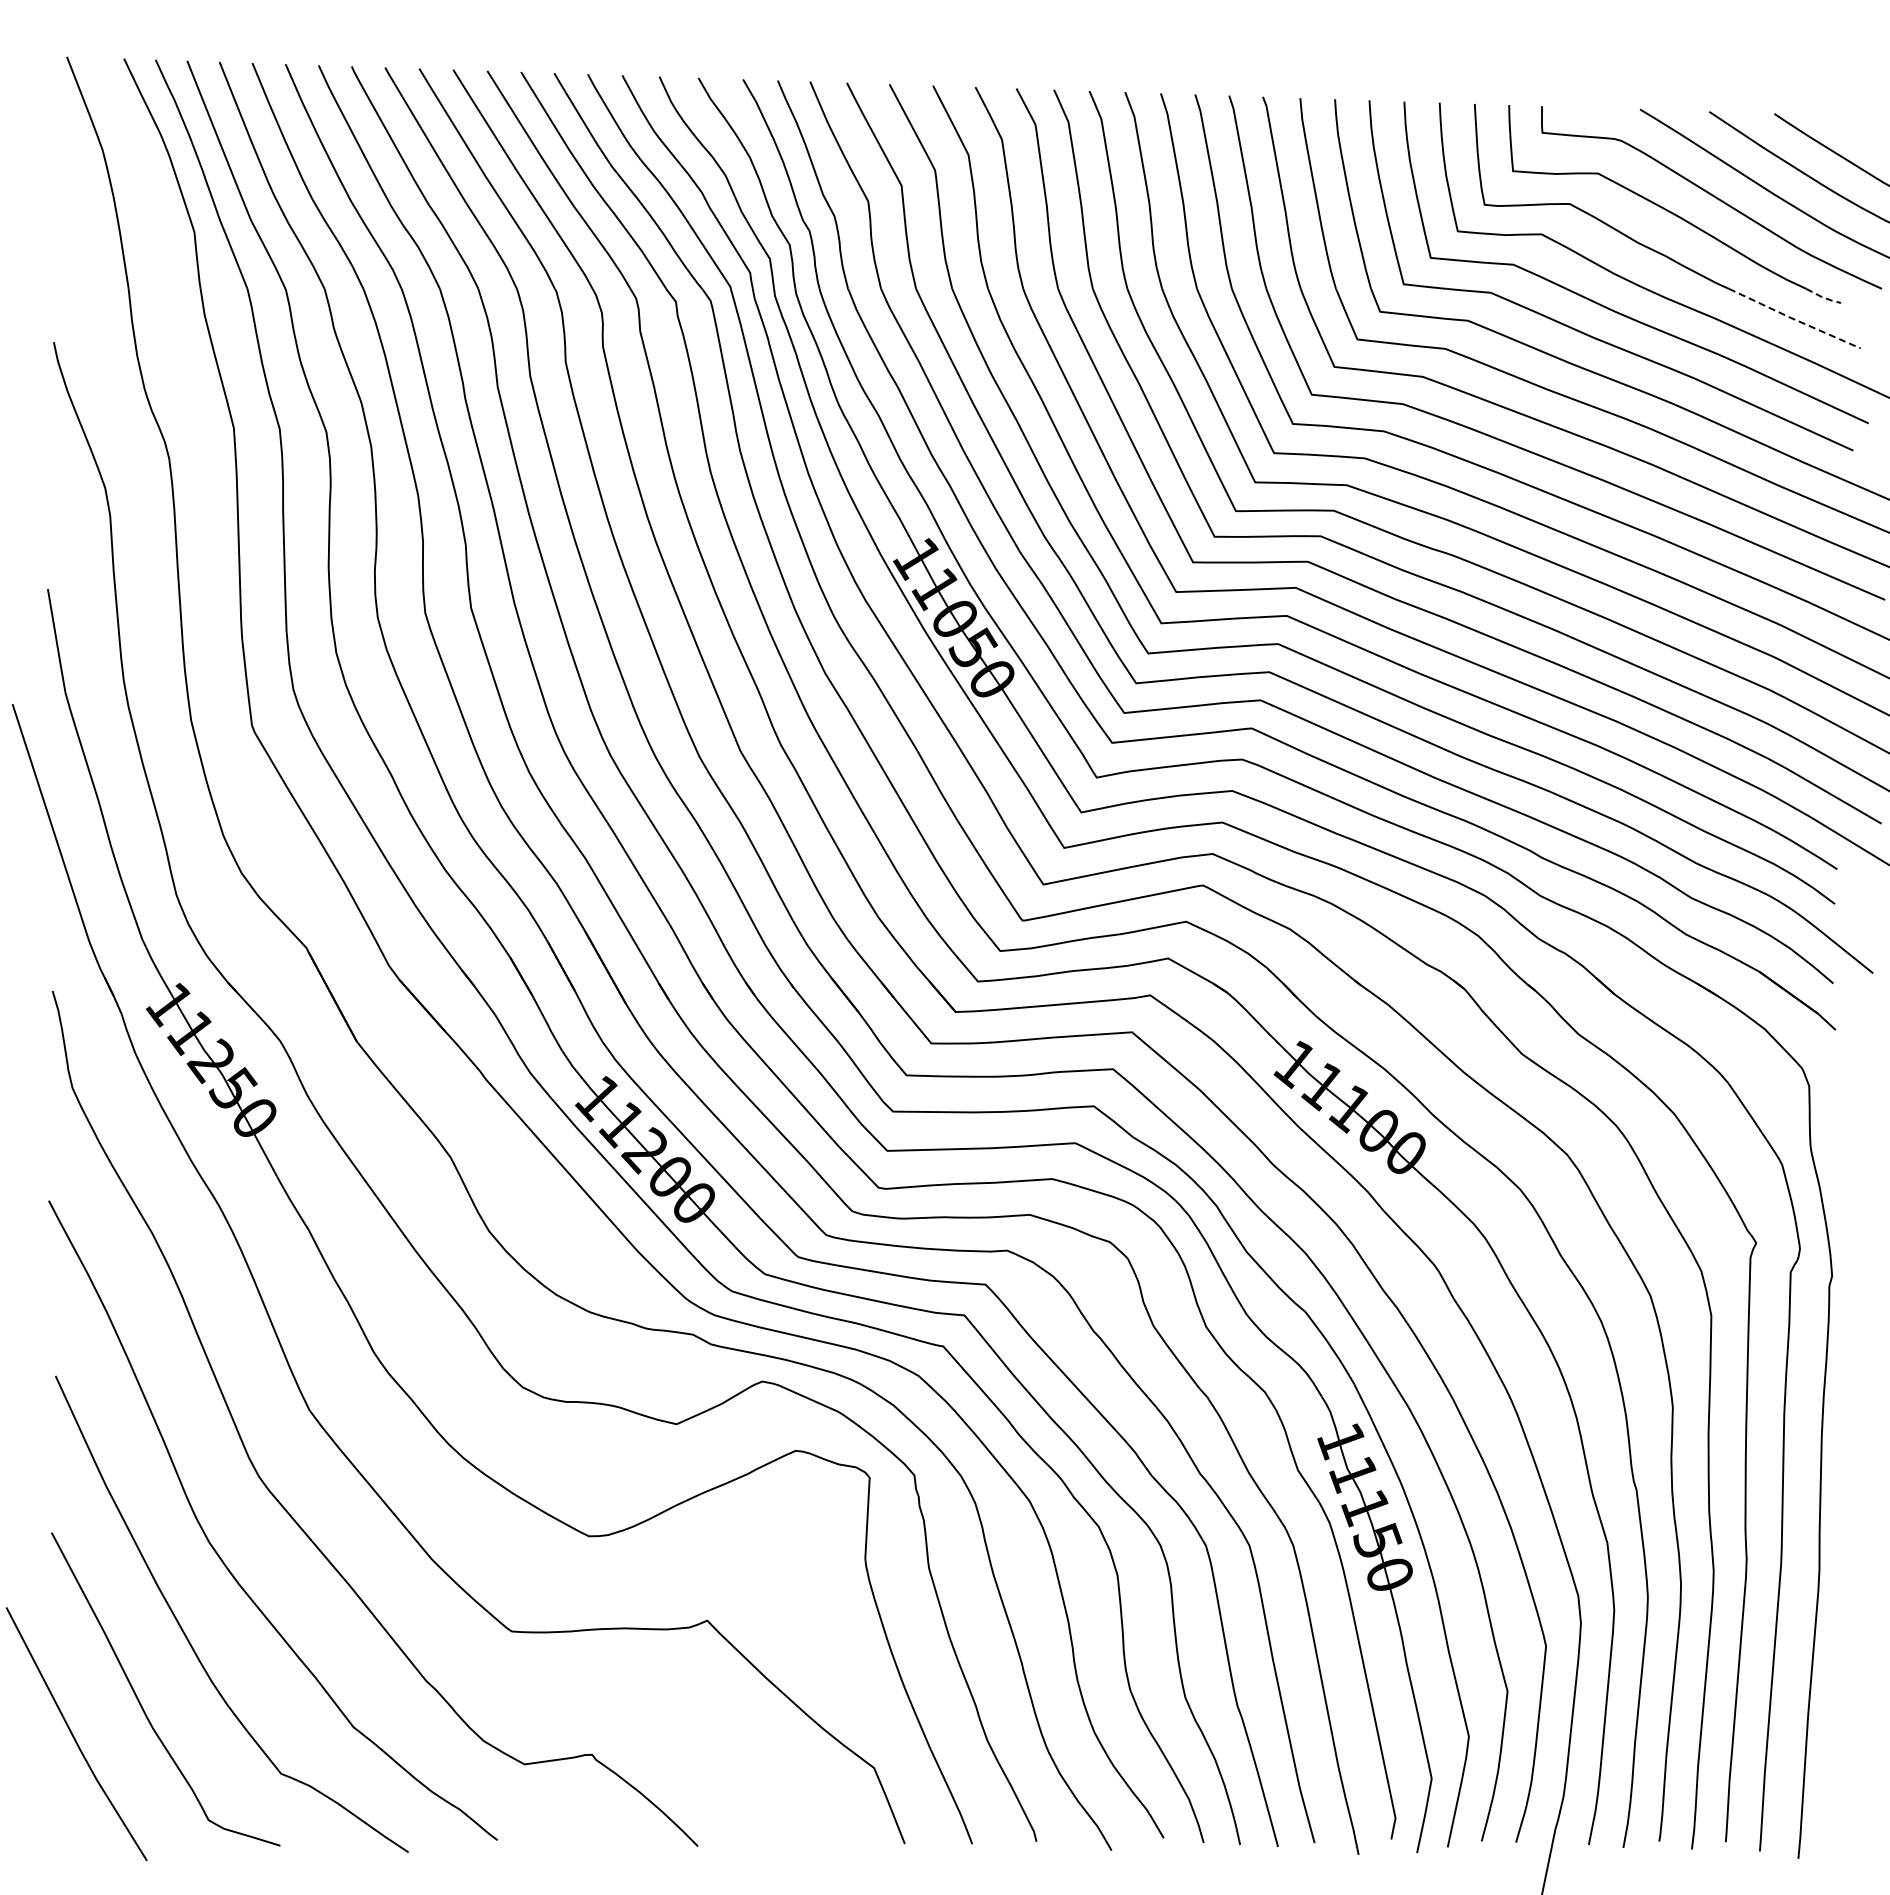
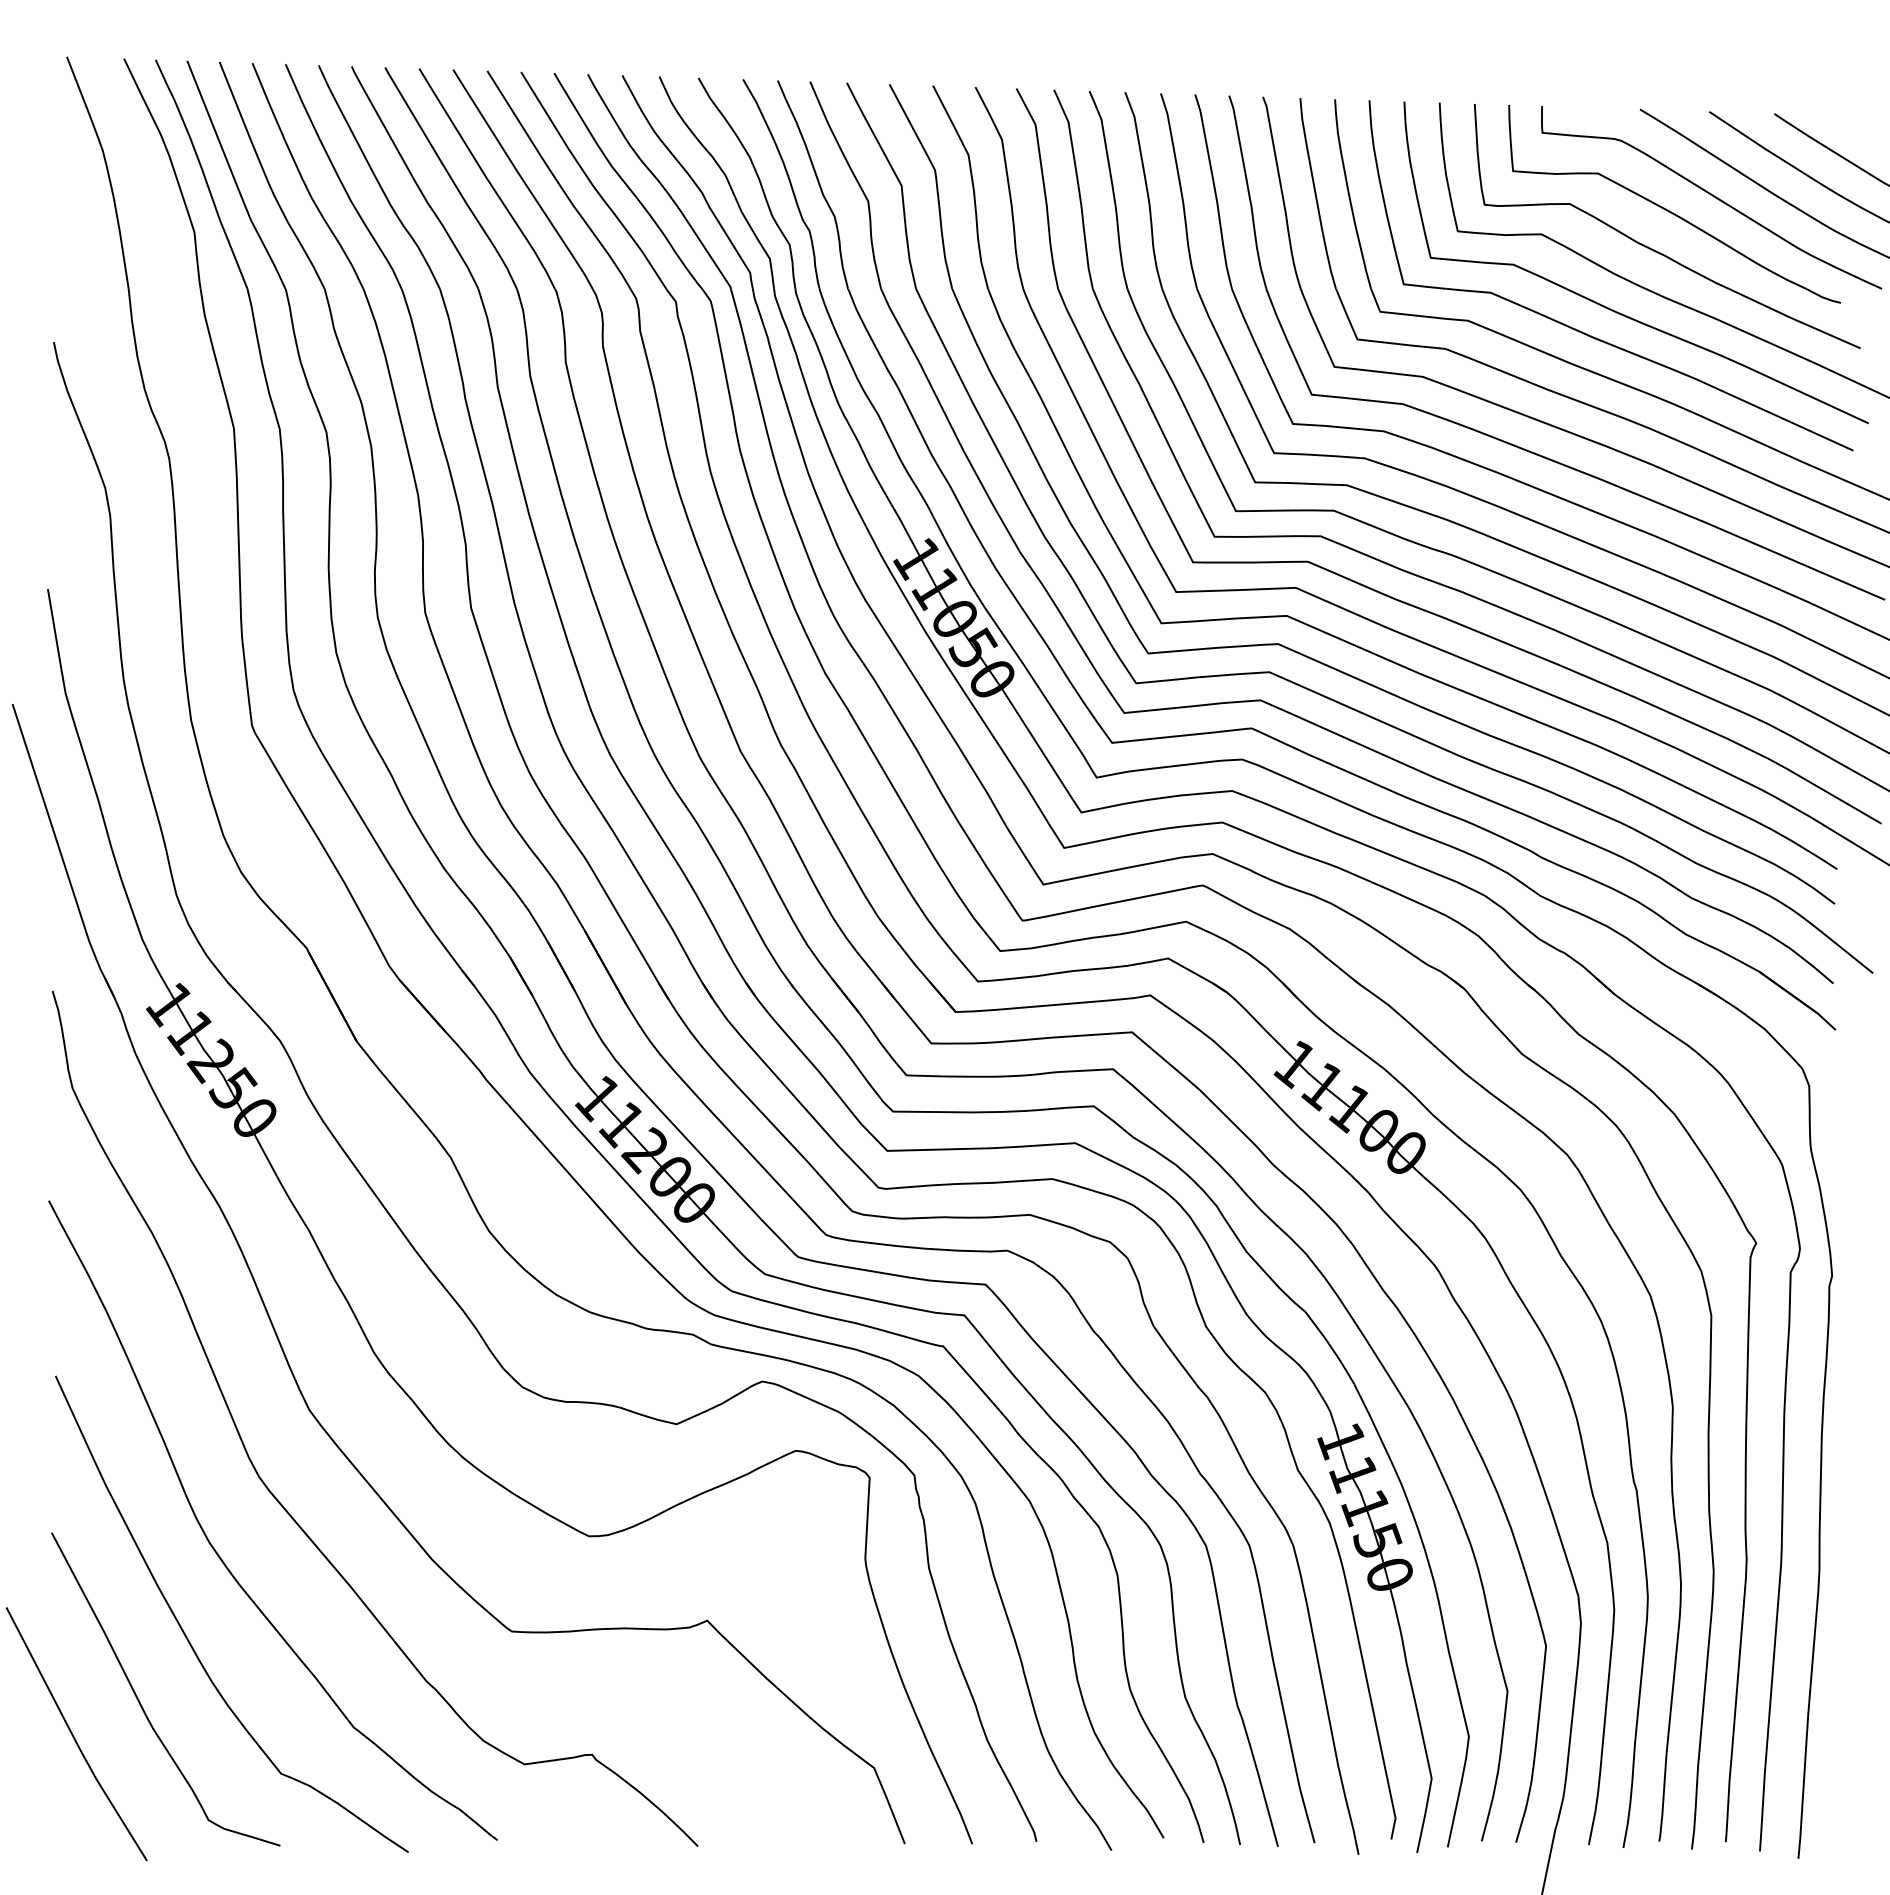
line at (1823, 297): dashed -> solid
line at (1793, 319): dashed -> solid
